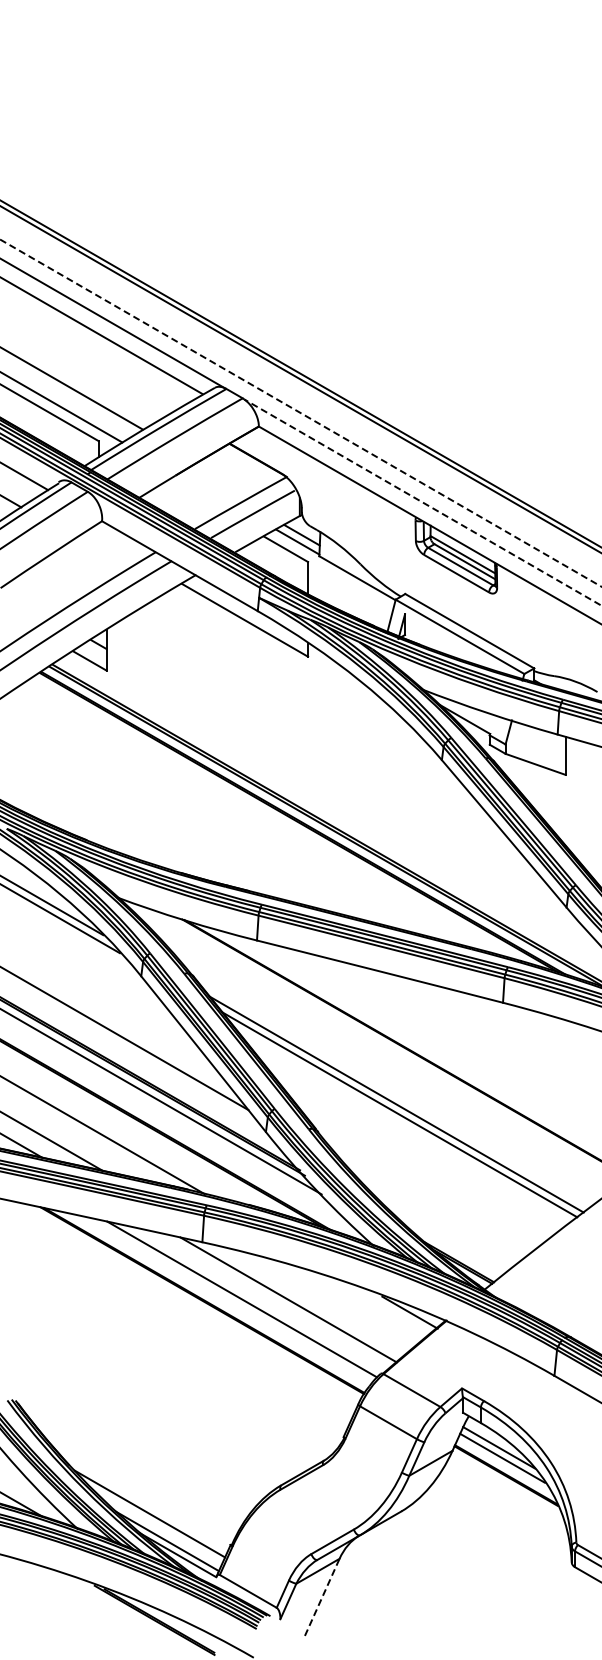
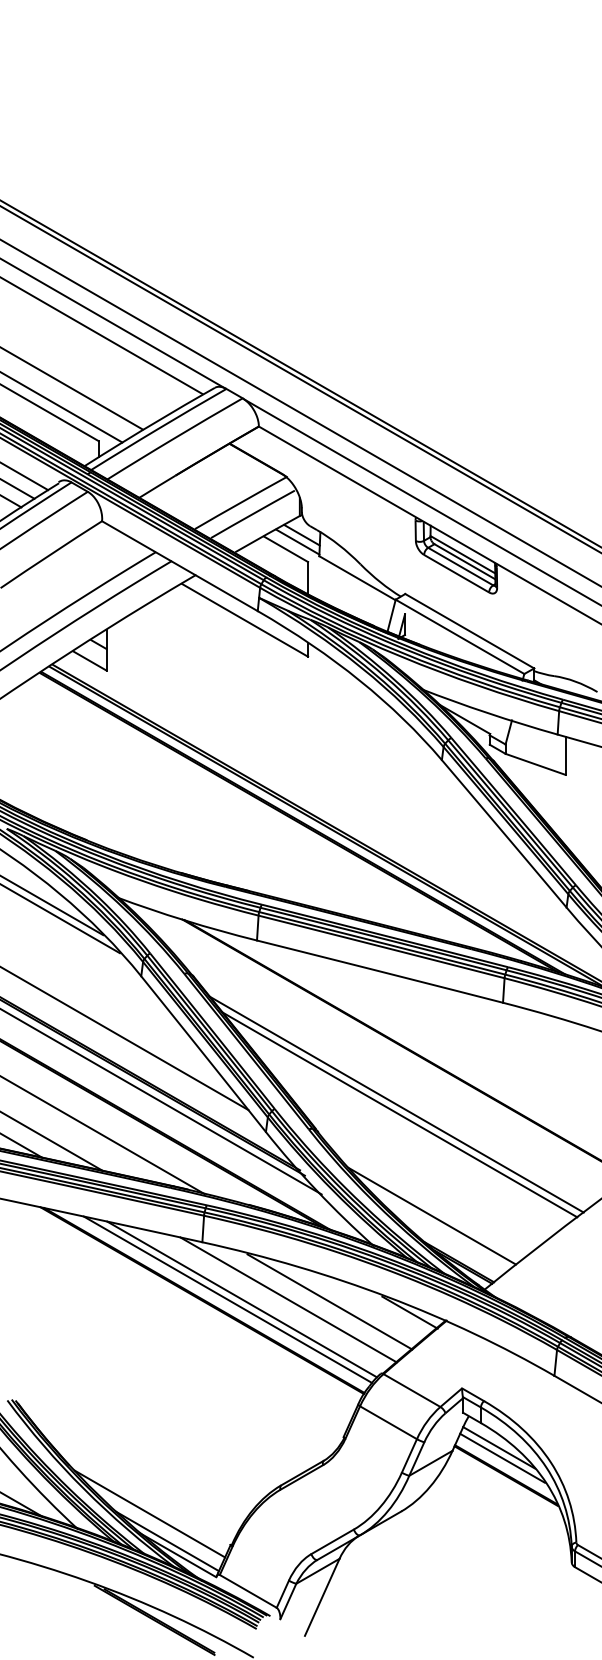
line at (301, 413): dashed -> solid
line at (18, 489): none -> present
line at (422, 502): dashed -> solid
line at (431, 1215): none -> present
line at (227, 1299): none -> present
line at (329, 1301): none -> present
line at (322, 1596): dashed -> solid
